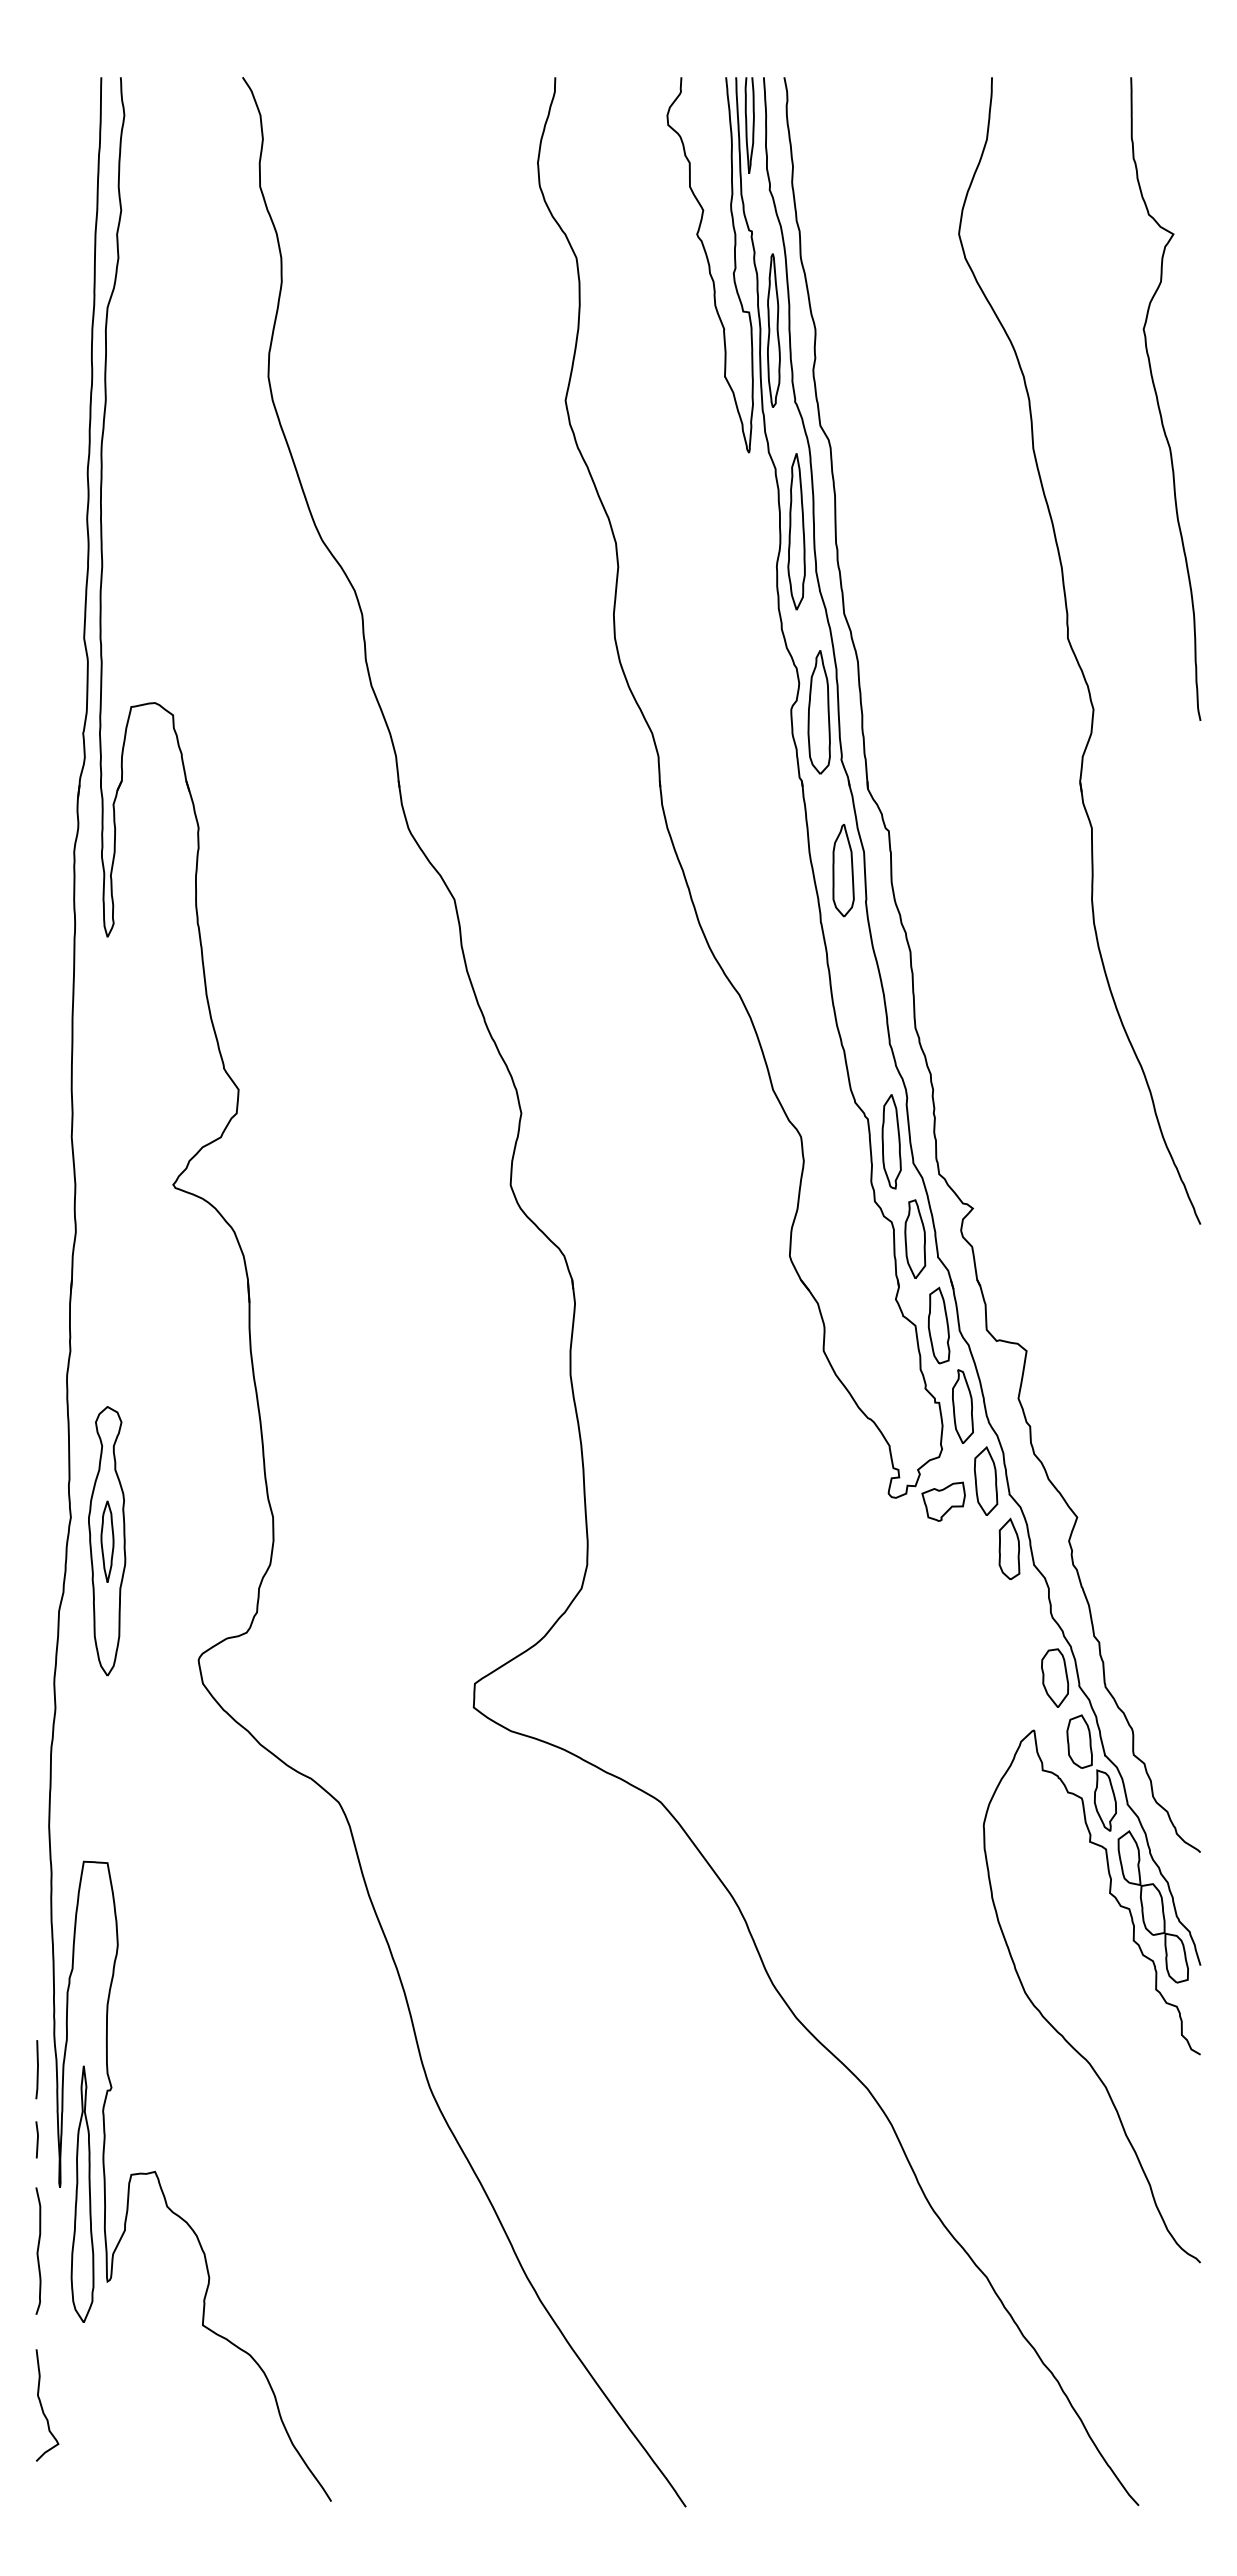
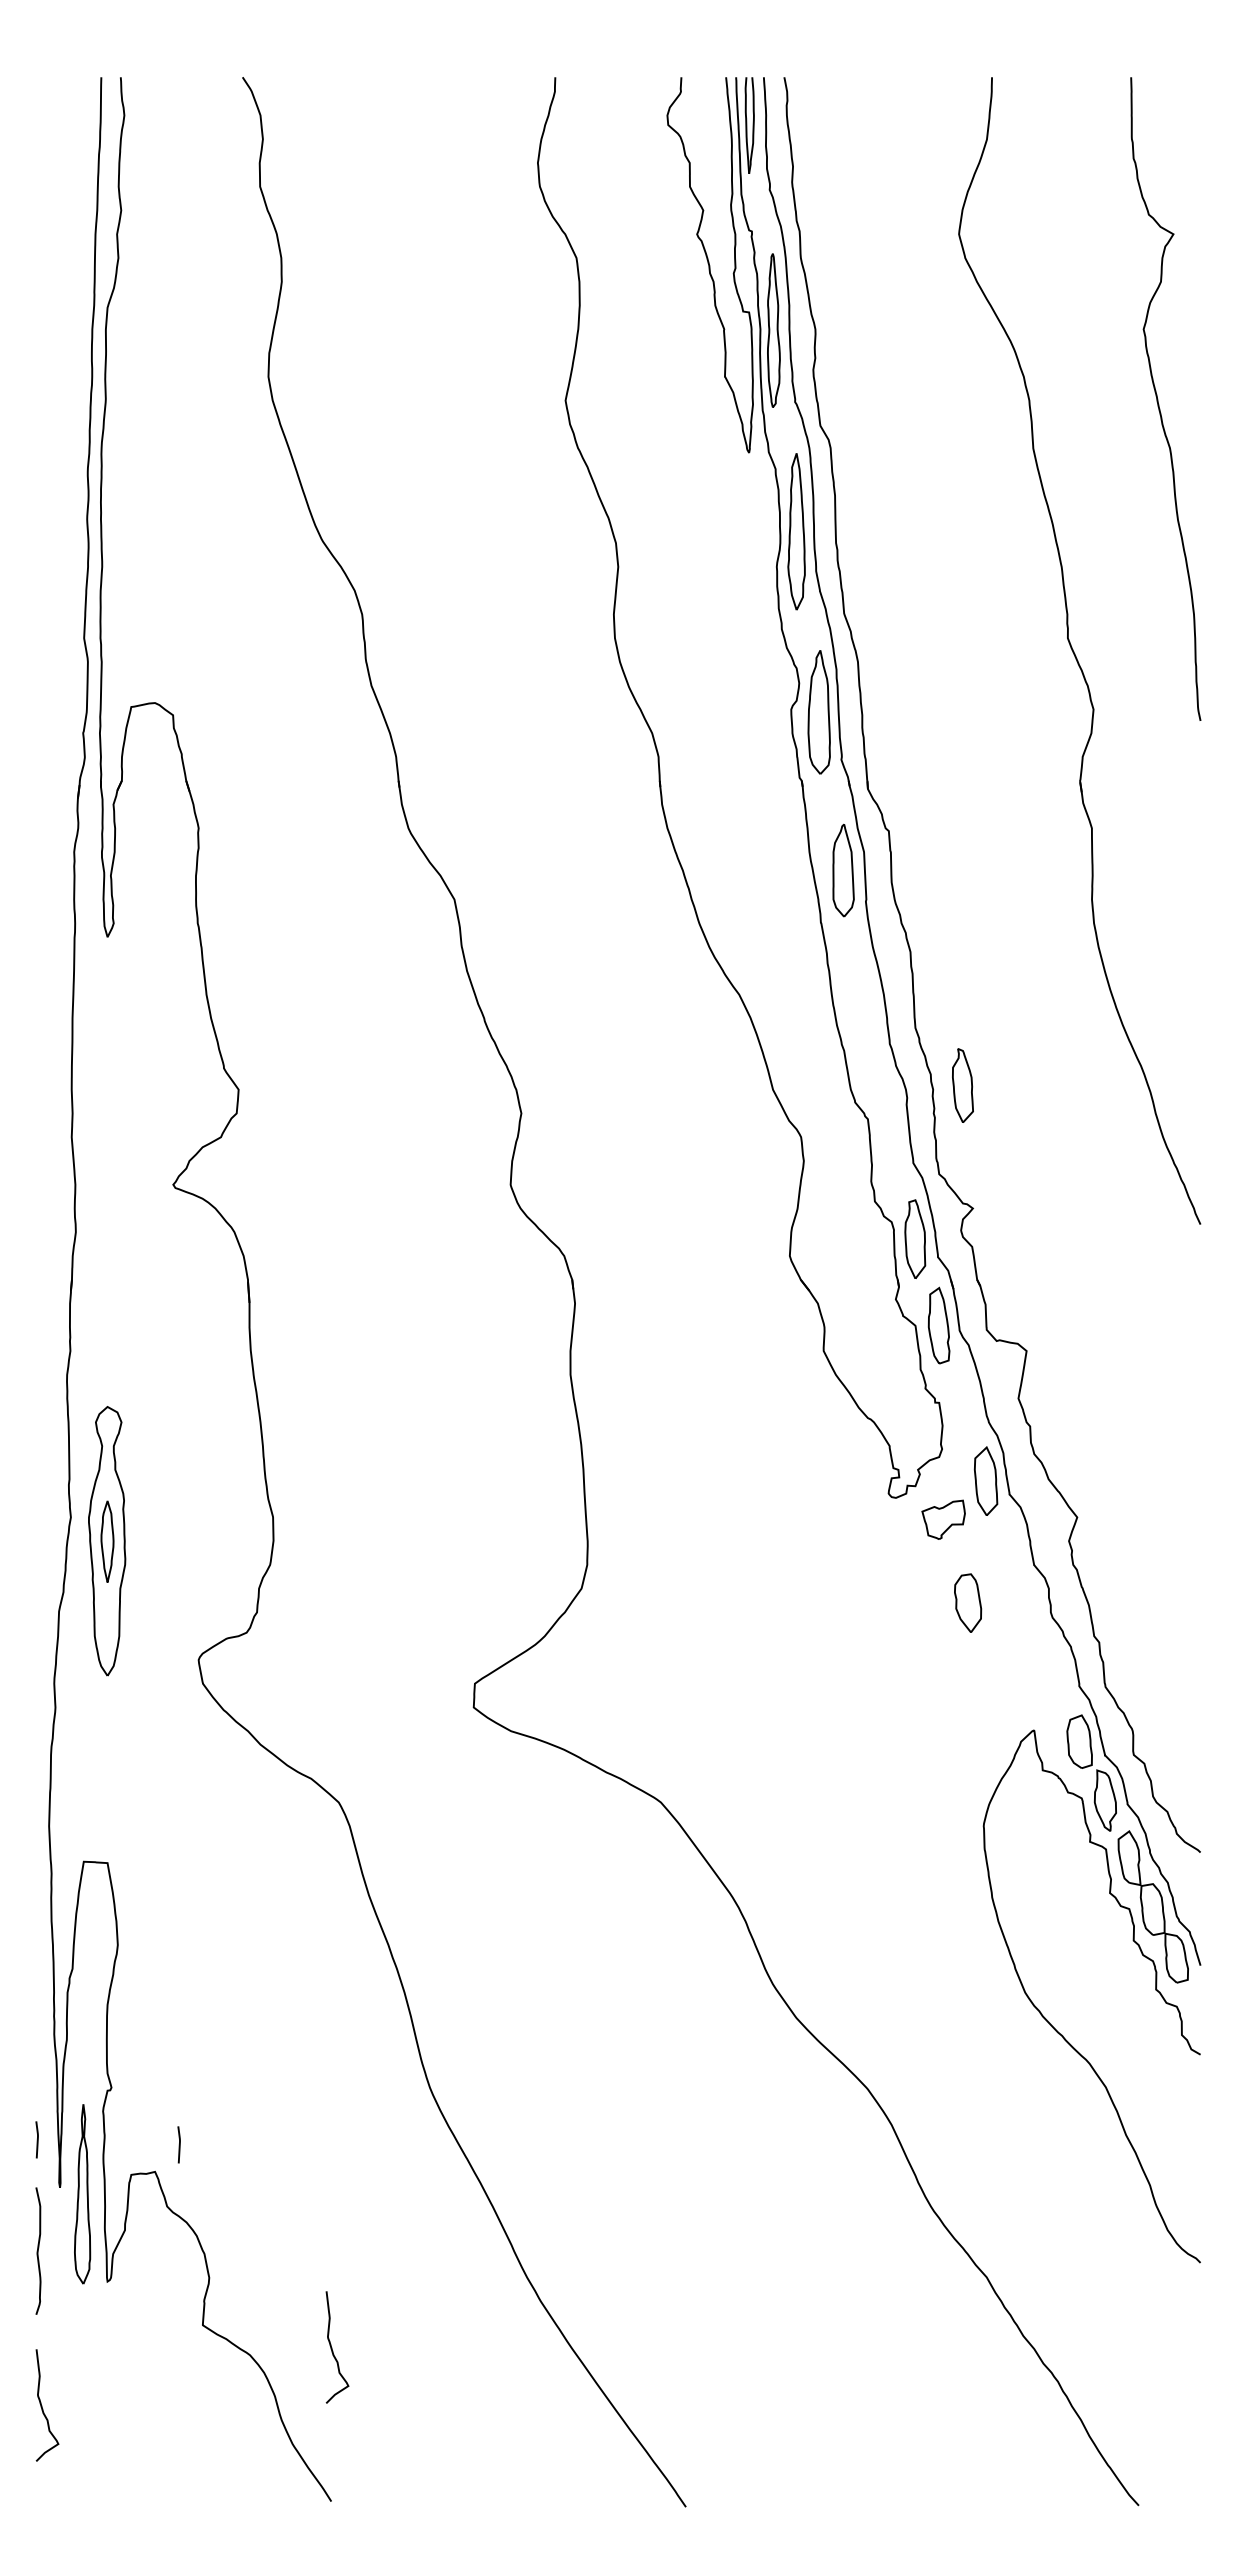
part at (891, 1141): present -> none
part at (962, 1406) position: (962, 1406) -> (962, 1085)
part at (943, 1501) position: (943, 1501) -> (943, 1519)
part at (1009, 1548): present -> none
part at (1055, 1677) position: (1055, 1677) -> (968, 1602)
line at (37, 2069): present -> none
line at (178, 2144): none -> present
part at (82, 2193) size: 25x258 px -> 18x181 px
curve at (332, 2347): none -> present
